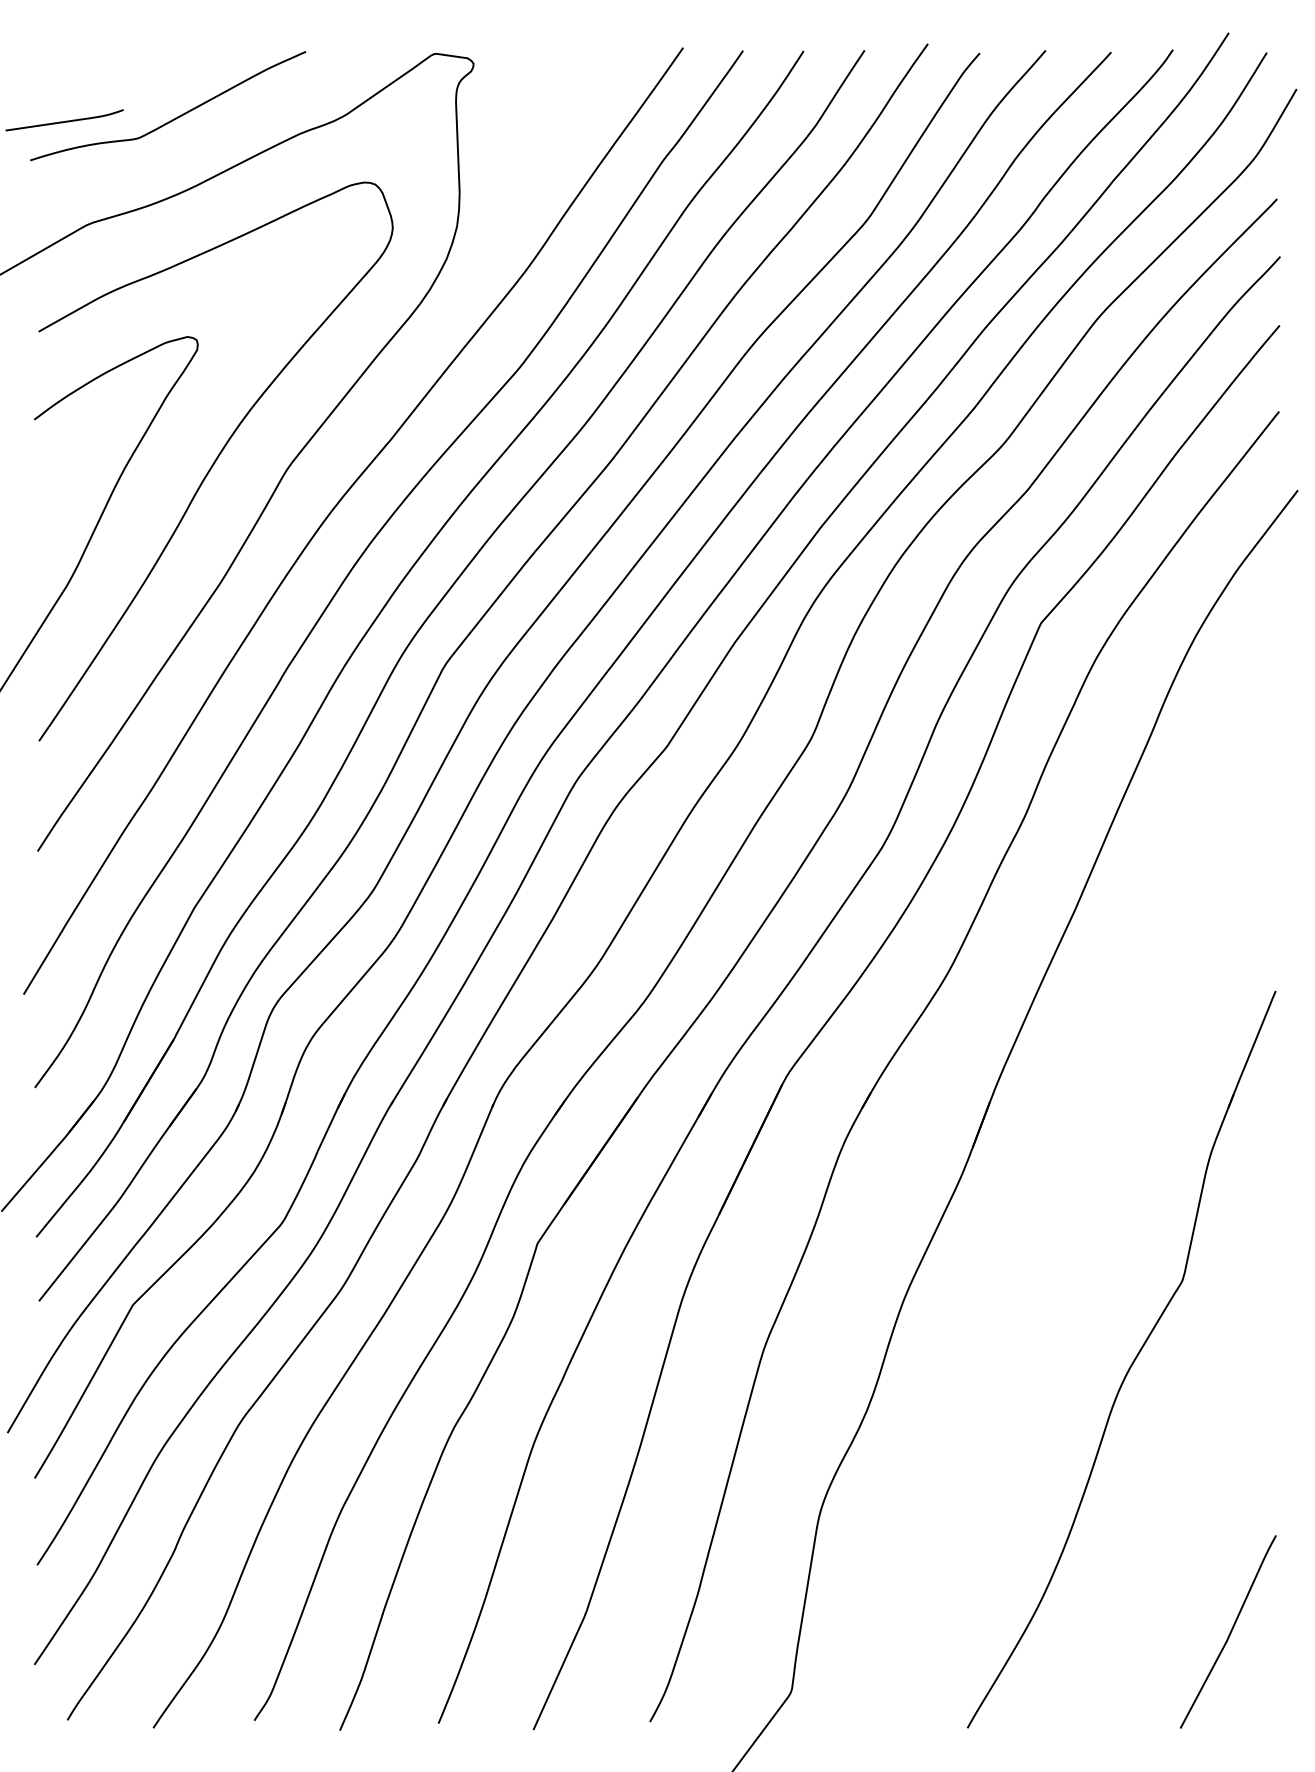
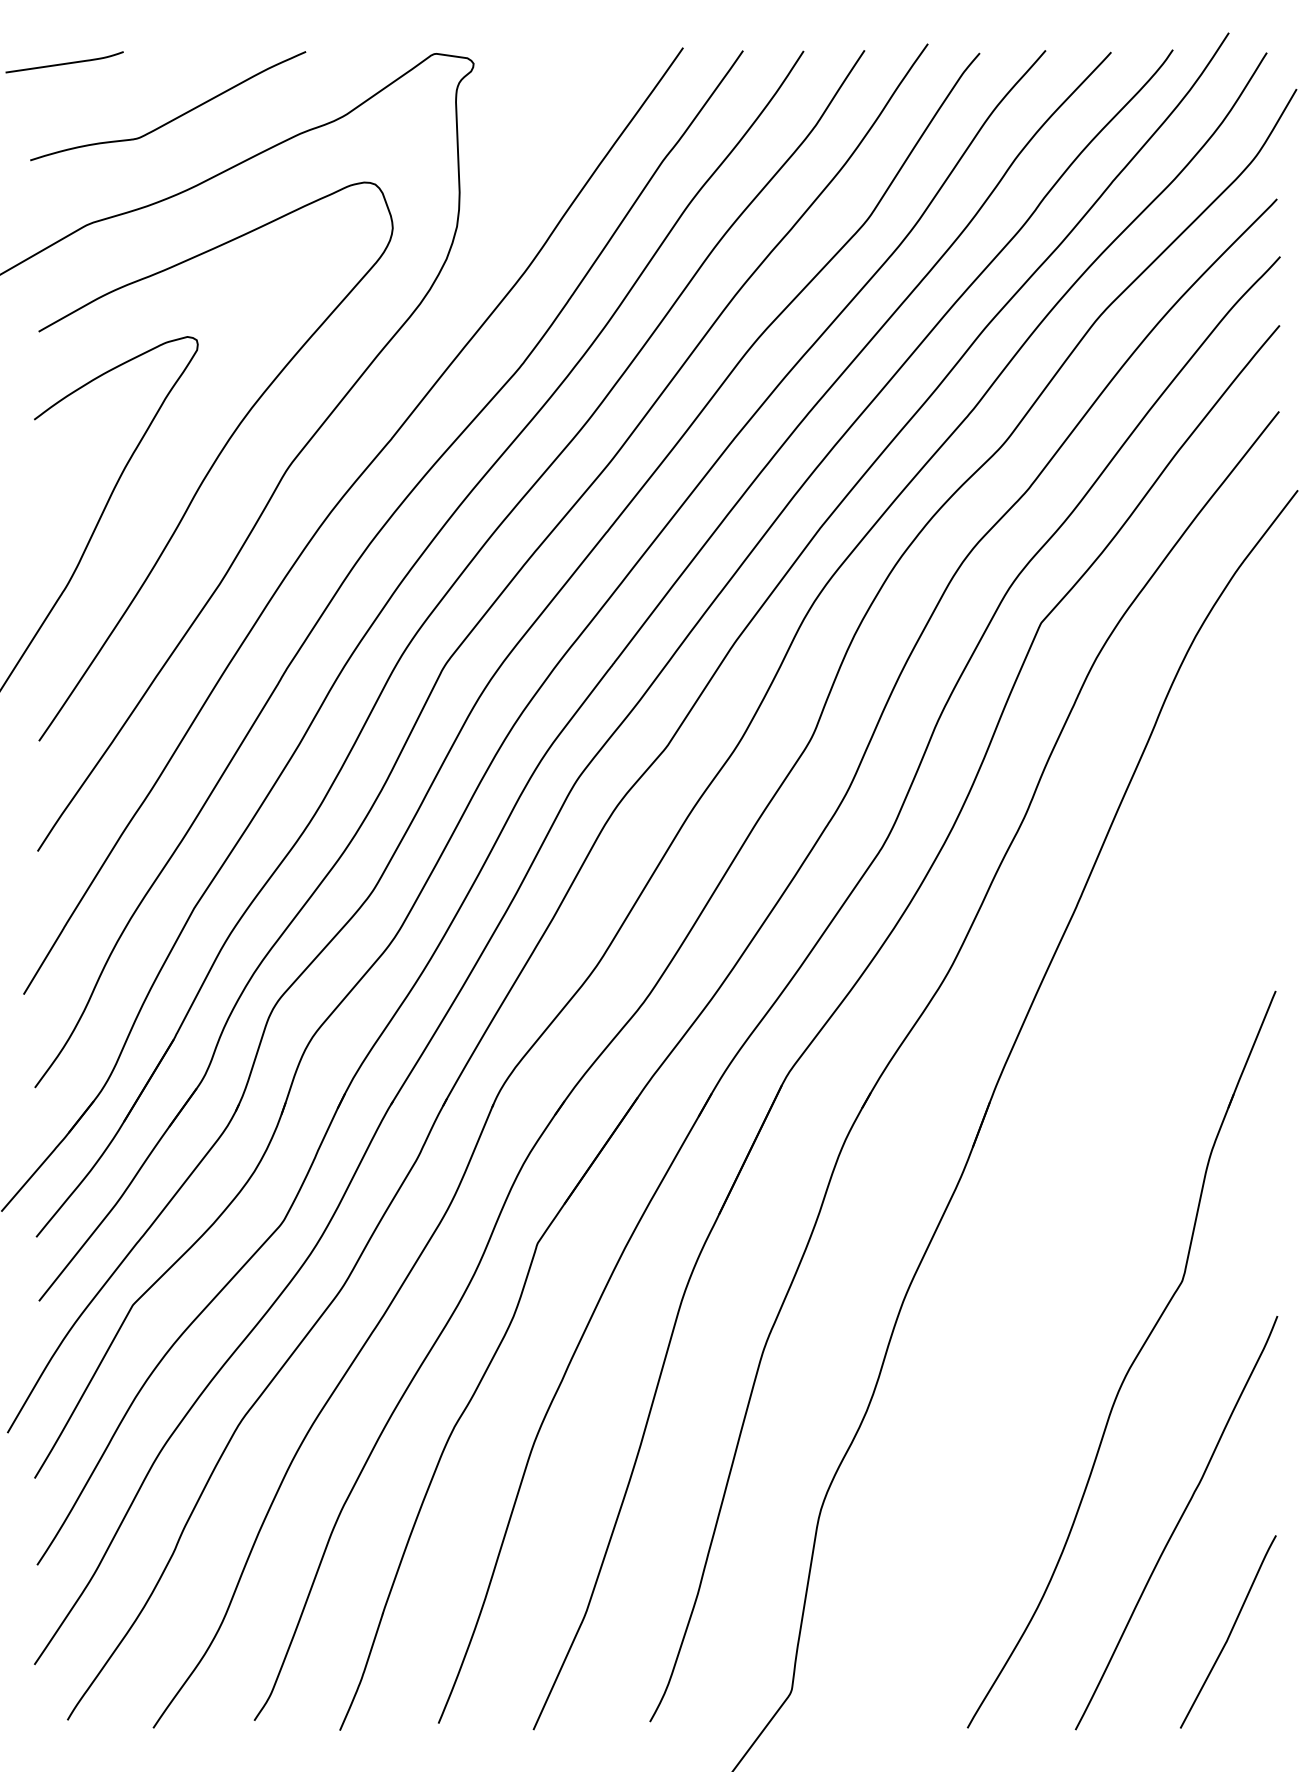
curve at (65, 120) position: (65, 120) -> (65, 62)
curve at (1177, 1523): none -> present
